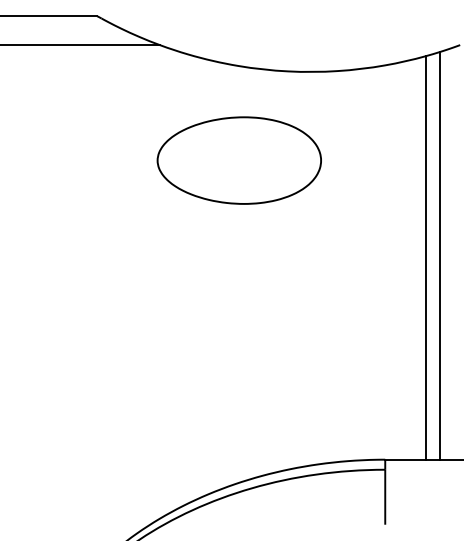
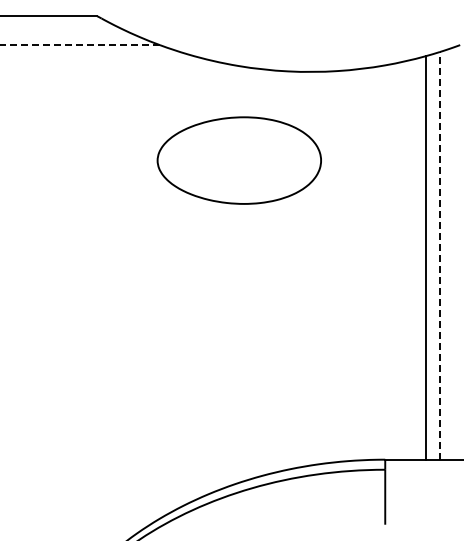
line at (80, 45): solid -> dashed
line at (440, 255): solid -> dashed
